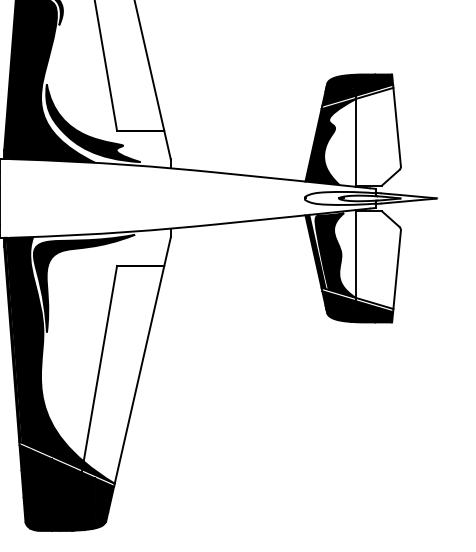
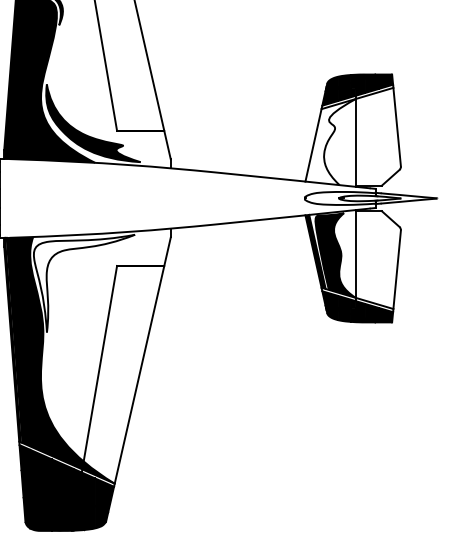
fill at (330, 142): present -> none
fill at (84, 283): present -> none
